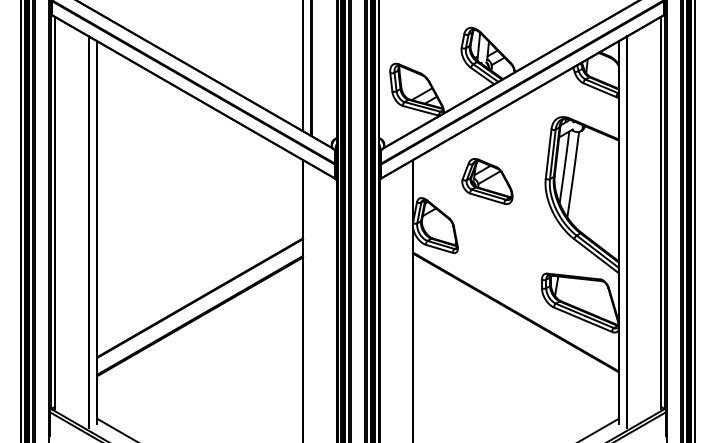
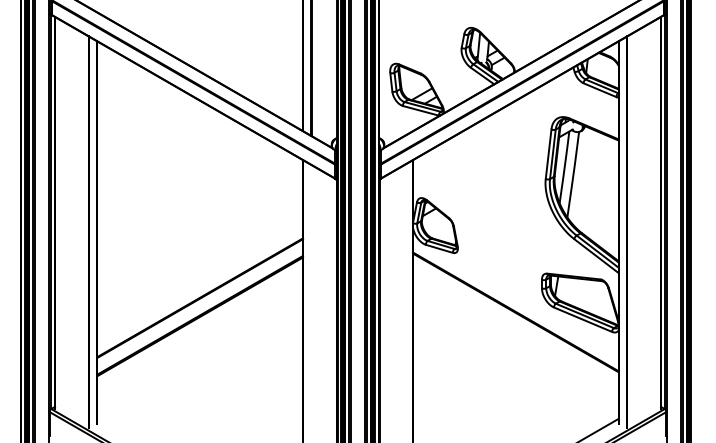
part at (487, 181): present -> none
line at (694, 220): present -> none
line at (115, 428): present -> none
